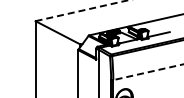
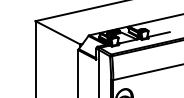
line at (82, 10): dashed -> solid
line at (148, 72): dashed -> solid
